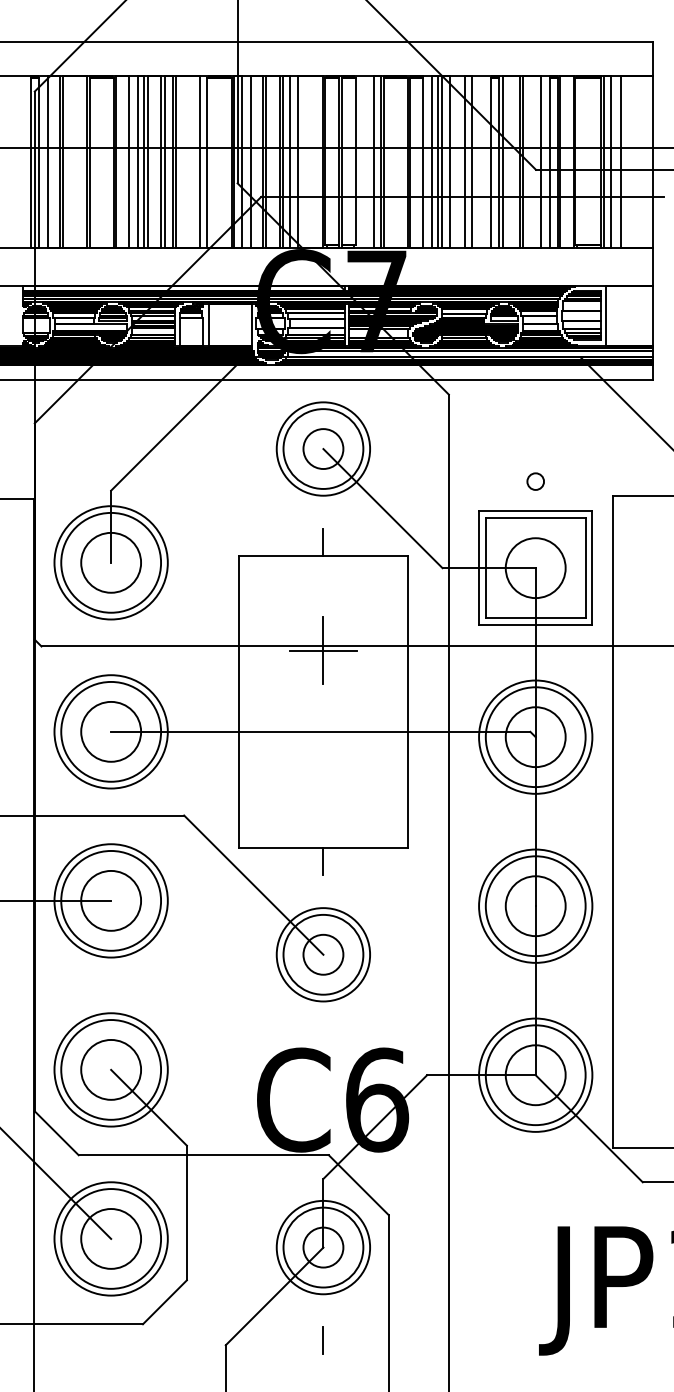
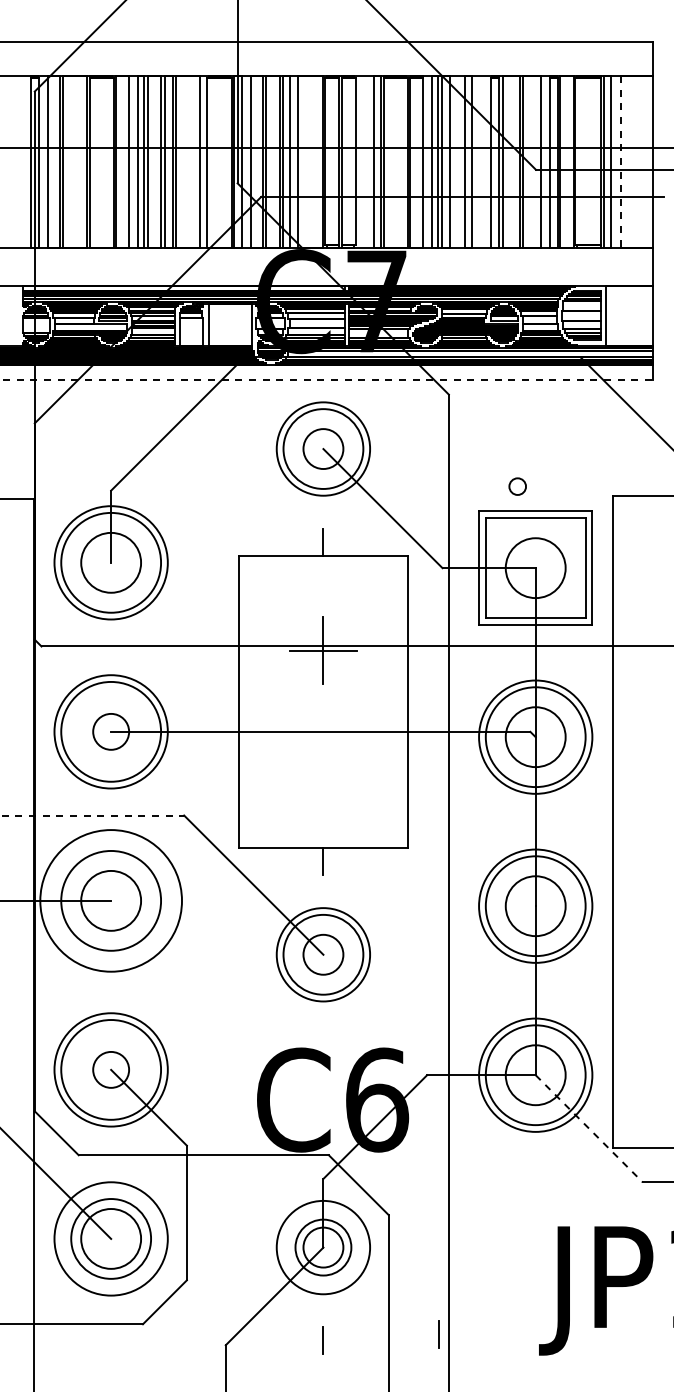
line at (620, 162): solid -> dashed
line at (327, 380): solid -> dashed
circle at (535, 481) position: (535, 481) -> (517, 486)
circle at (111, 731) diameter: 60 px -> 36 px
line at (92, 815): solid -> dashed
circle at (110, 900) diameter: 113 px -> 142 px
circle at (111, 1069) diameter: 60 px -> 36 px
line at (589, 1128): solid -> dashed
circle at (111, 1238) diameter: 100 px -> 80 px
circle at (323, 1247) diameter: 80 px -> 56 px
line at (438, 1334): none -> present
